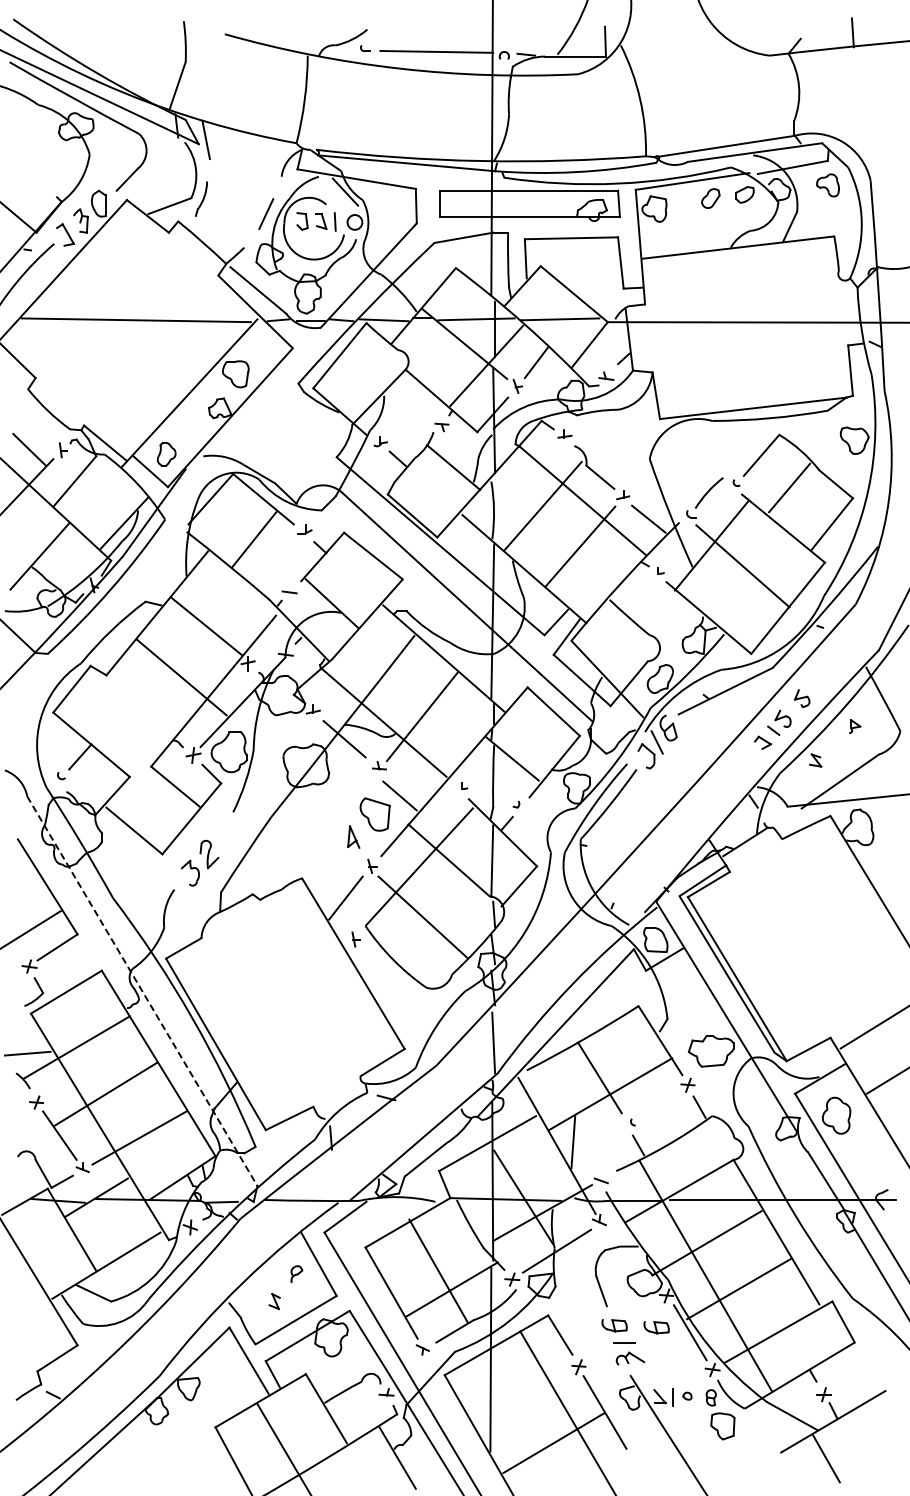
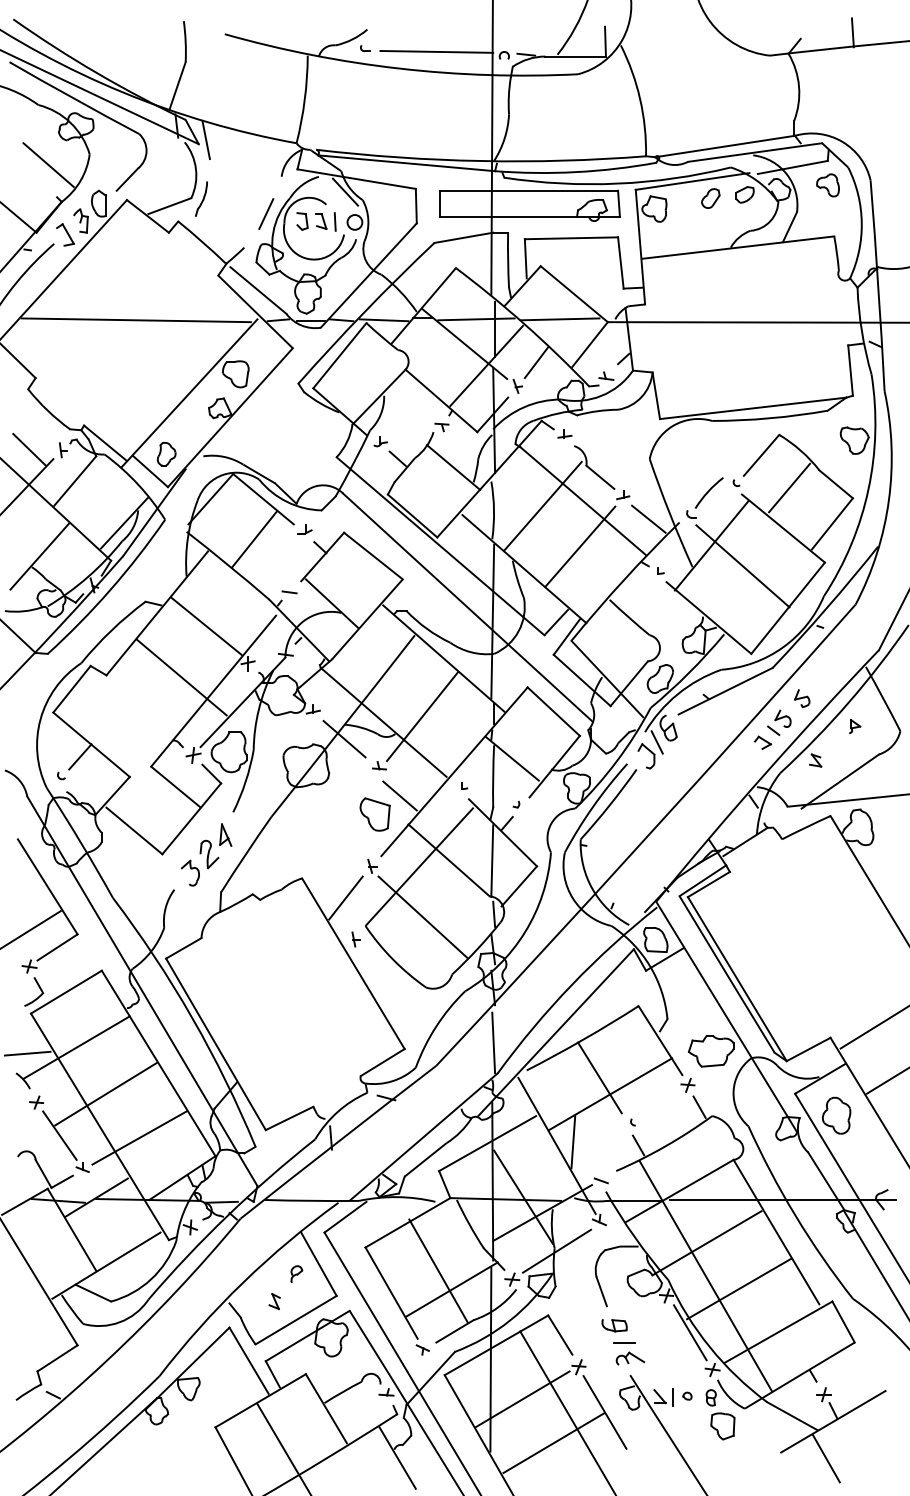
line at (48, 165): none -> present
part at (353, 836) position: (353, 836) -> (225, 834)
line at (142, 991): dashed -> solid
part at (656, 1327): present -> none
line at (522, 1399): none -> present
